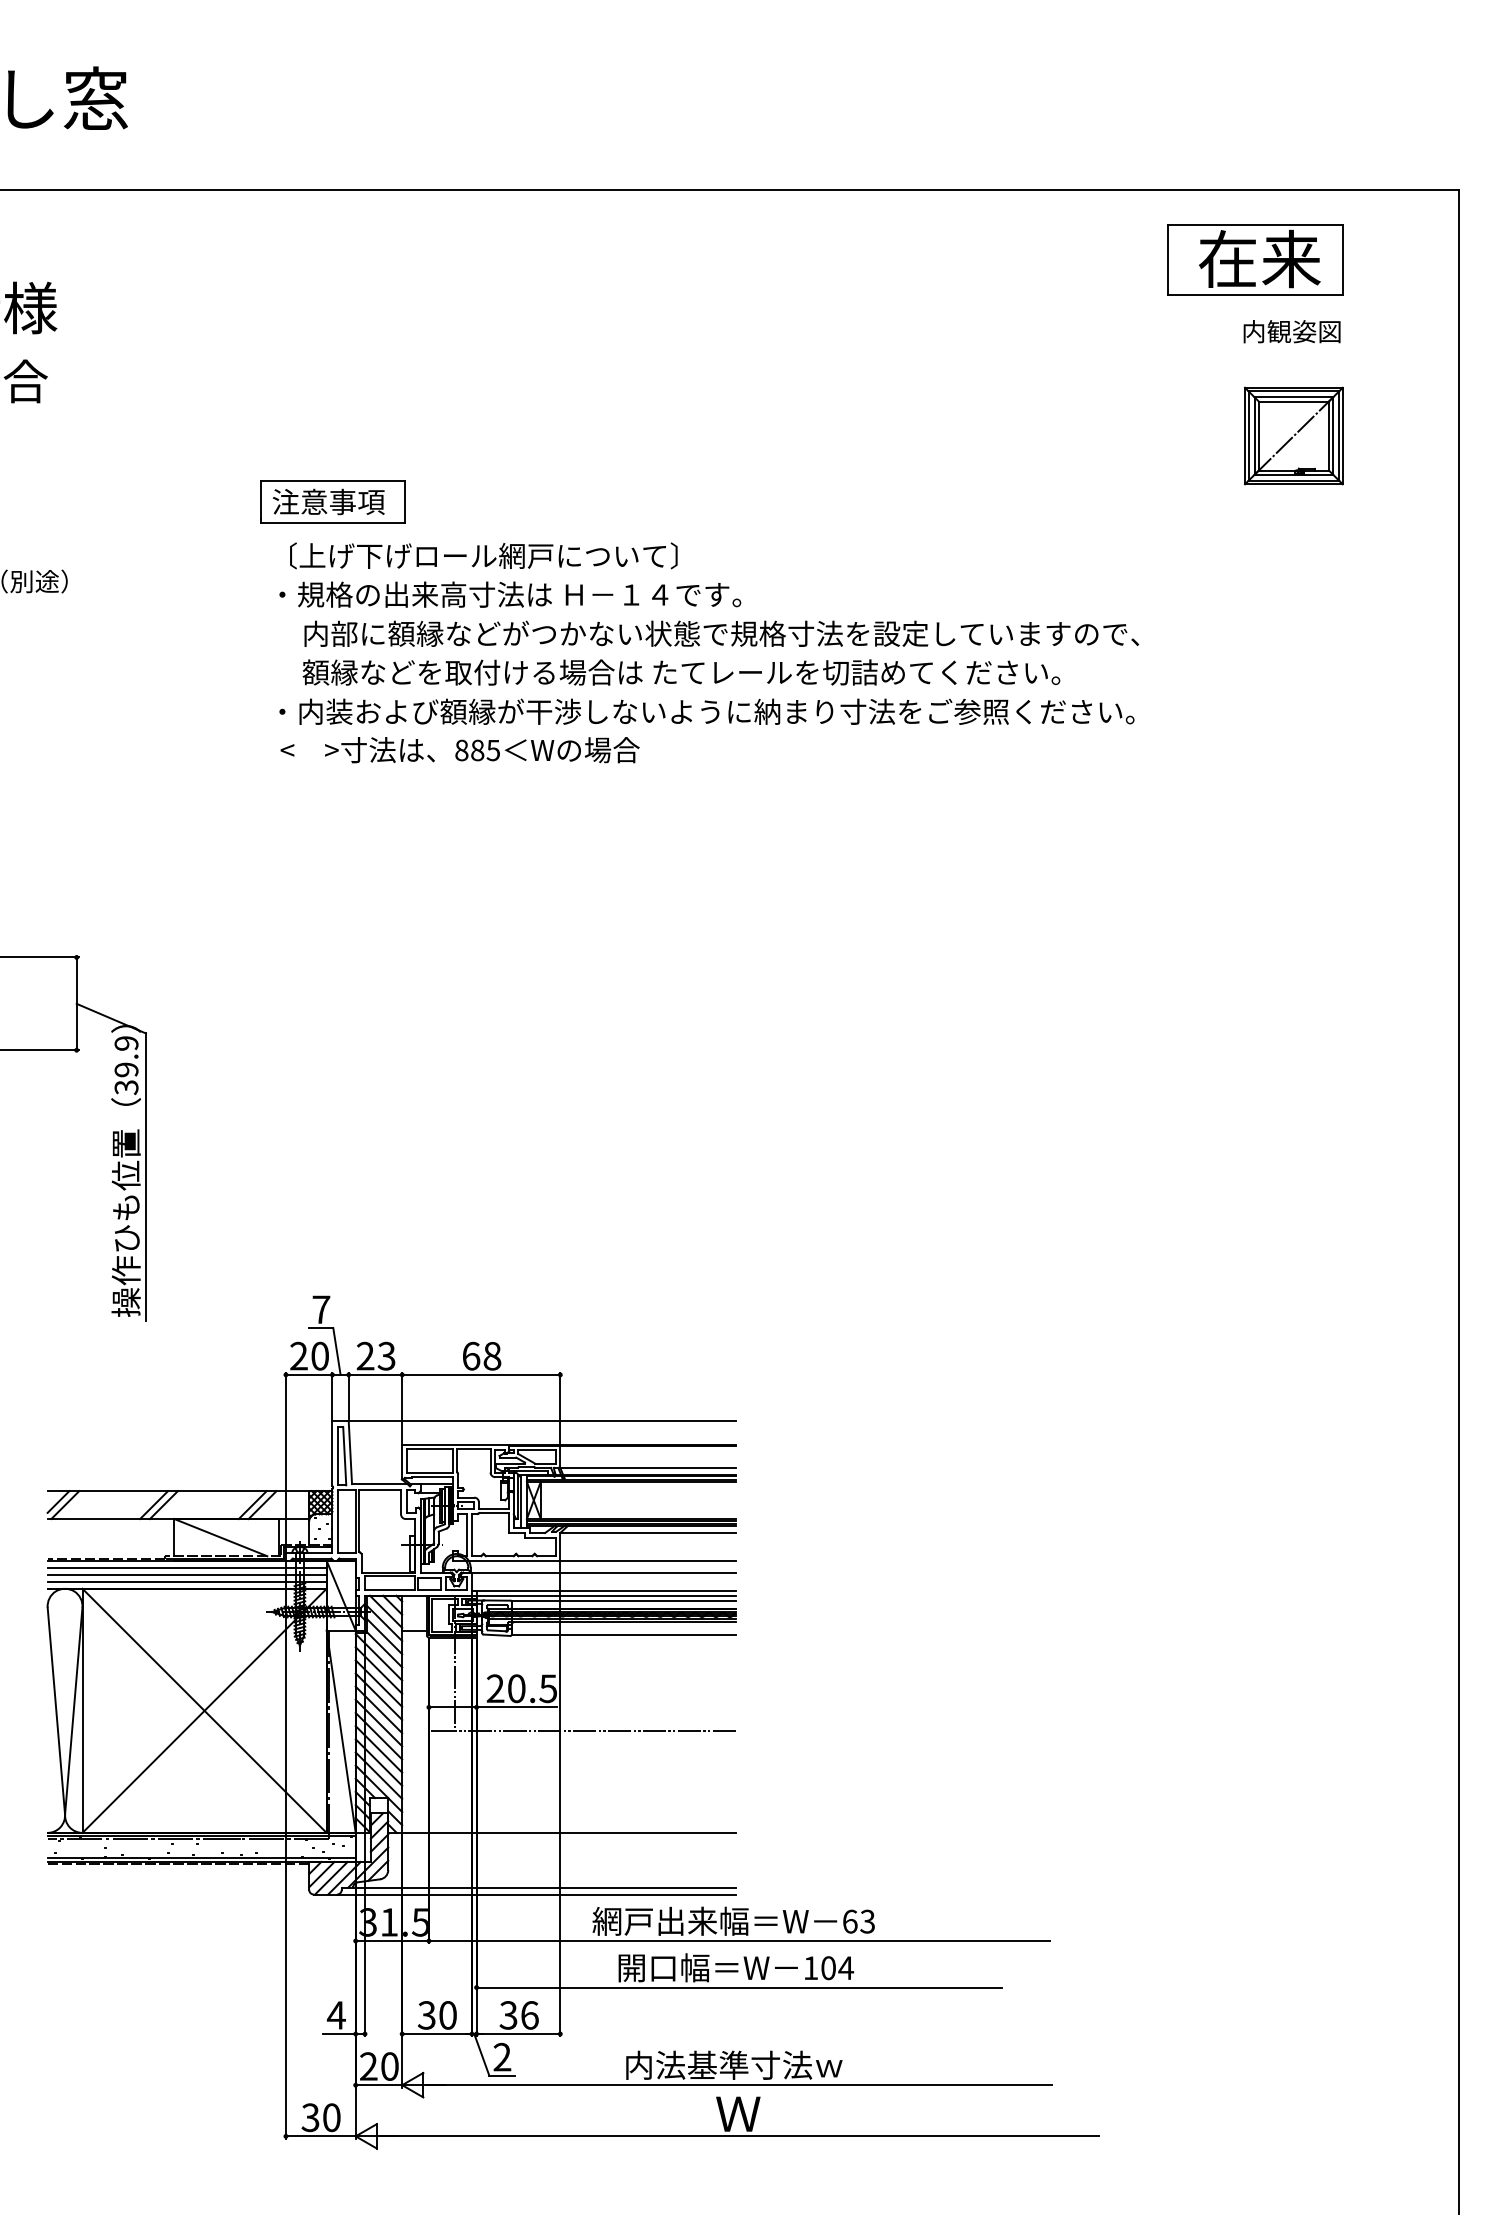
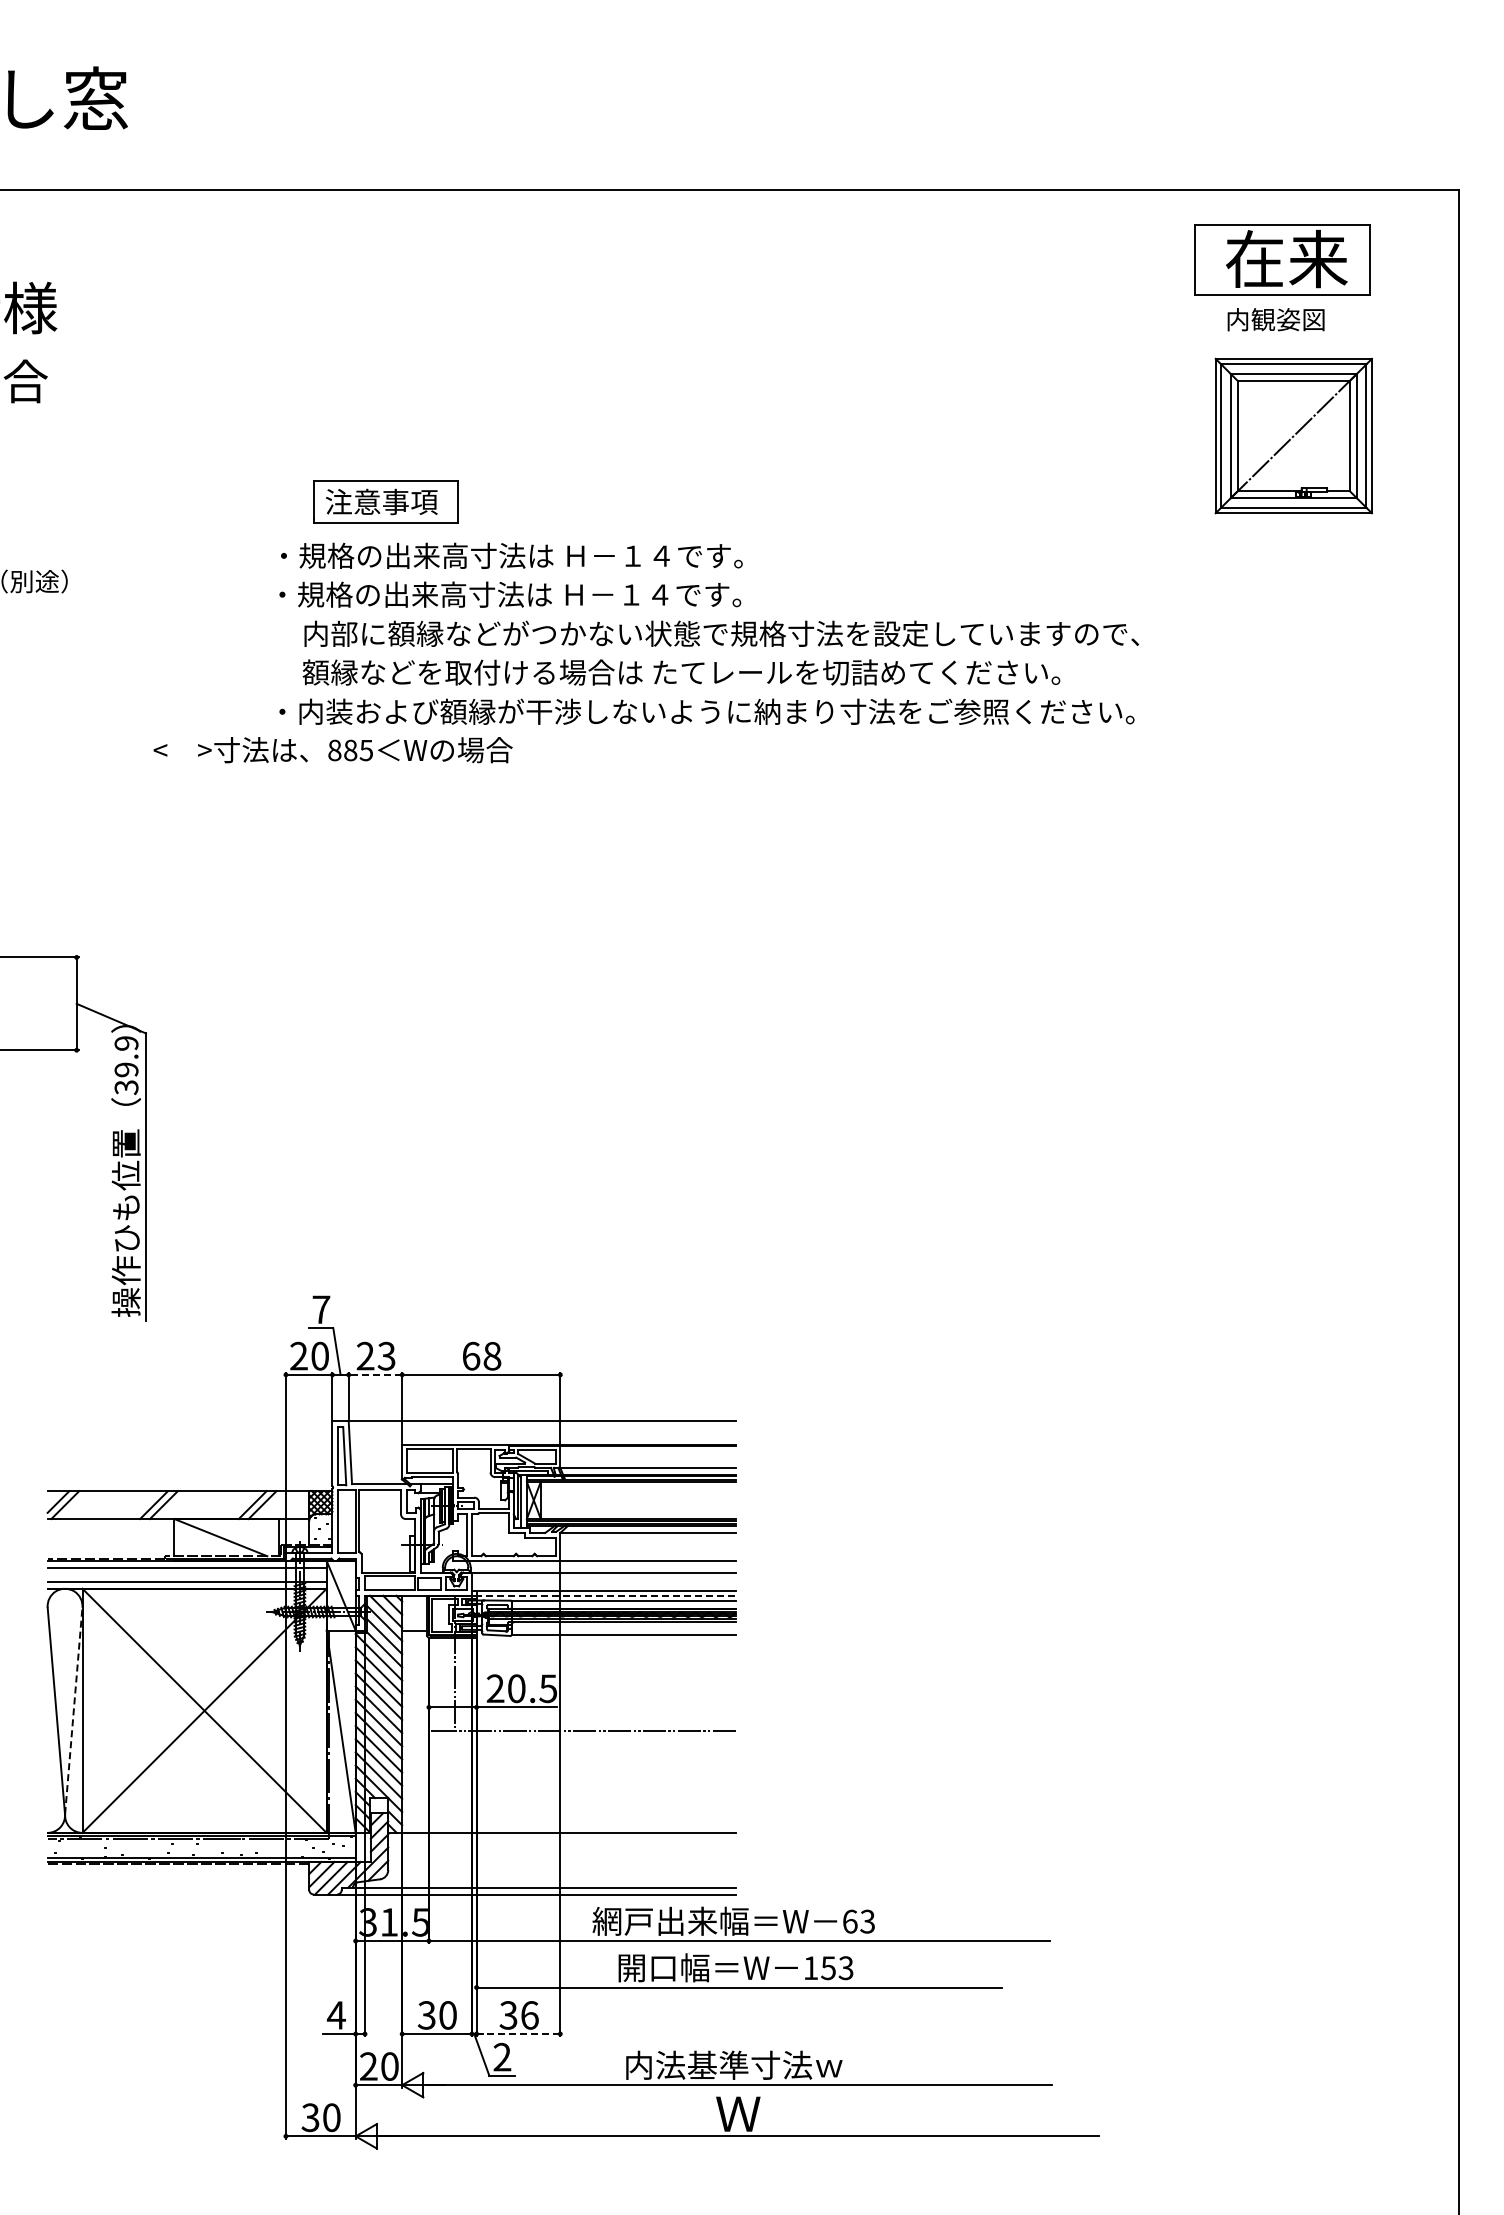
part at (1255, 259) position: (1255, 259) -> (1282, 259)
text at (1291, 331) position: (1291, 331) -> (1275, 319)
part at (1293, 435) size: 100x100 px -> 159x158 px
part at (332, 501) position: (332, 501) -> (385, 501)
text at (511, 555): 〔上げ下げロール網戸について〕 -> ・規格の出来高寸法は Ｈ－１４です。
text at (459, 750) position: (459, 750) -> (332, 750)
line at (375, 1374): solid -> dashed
line at (186, 1574): present -> none
line at (606, 1595): solid -> dashed
line at (73, 1710): solid -> dashed
text at (837, 1968): 104 -> 153
line at (518, 2034): solid -> dashed
